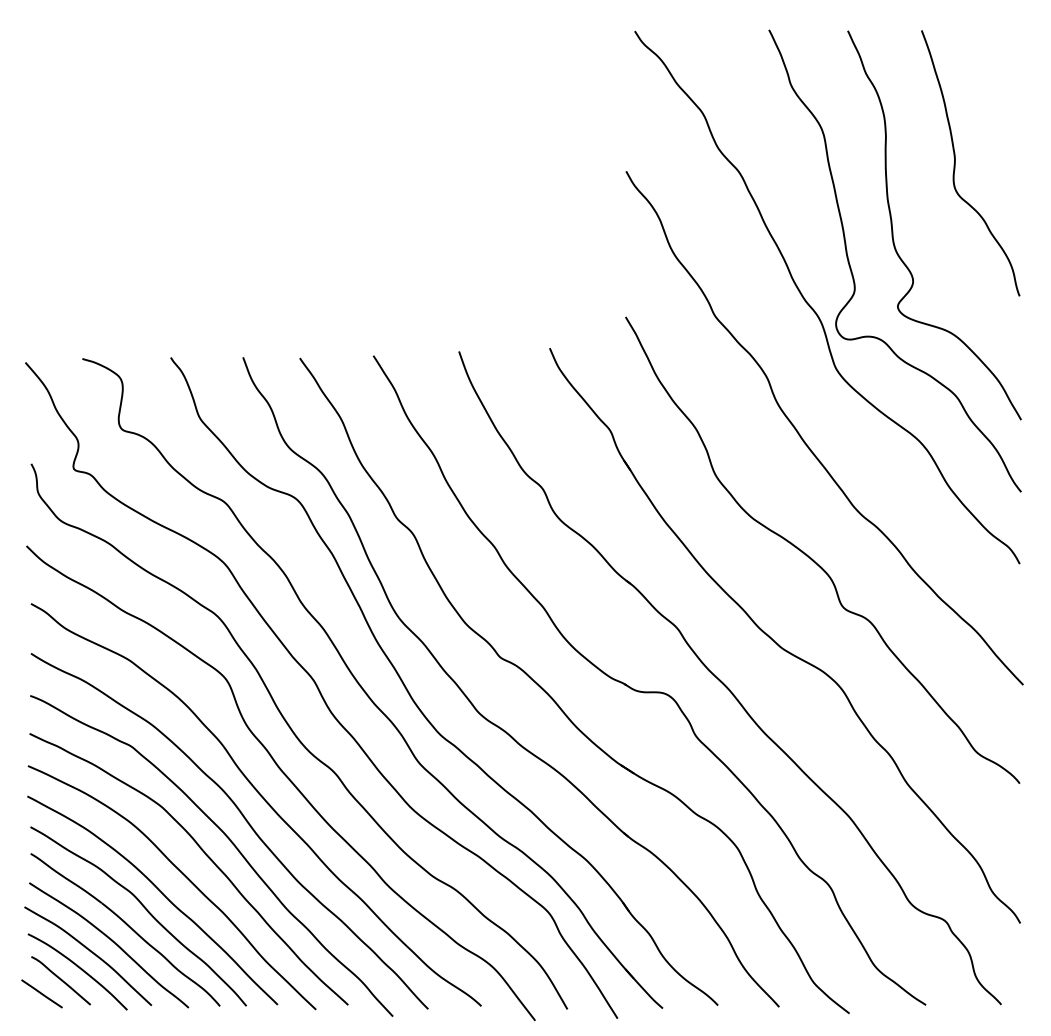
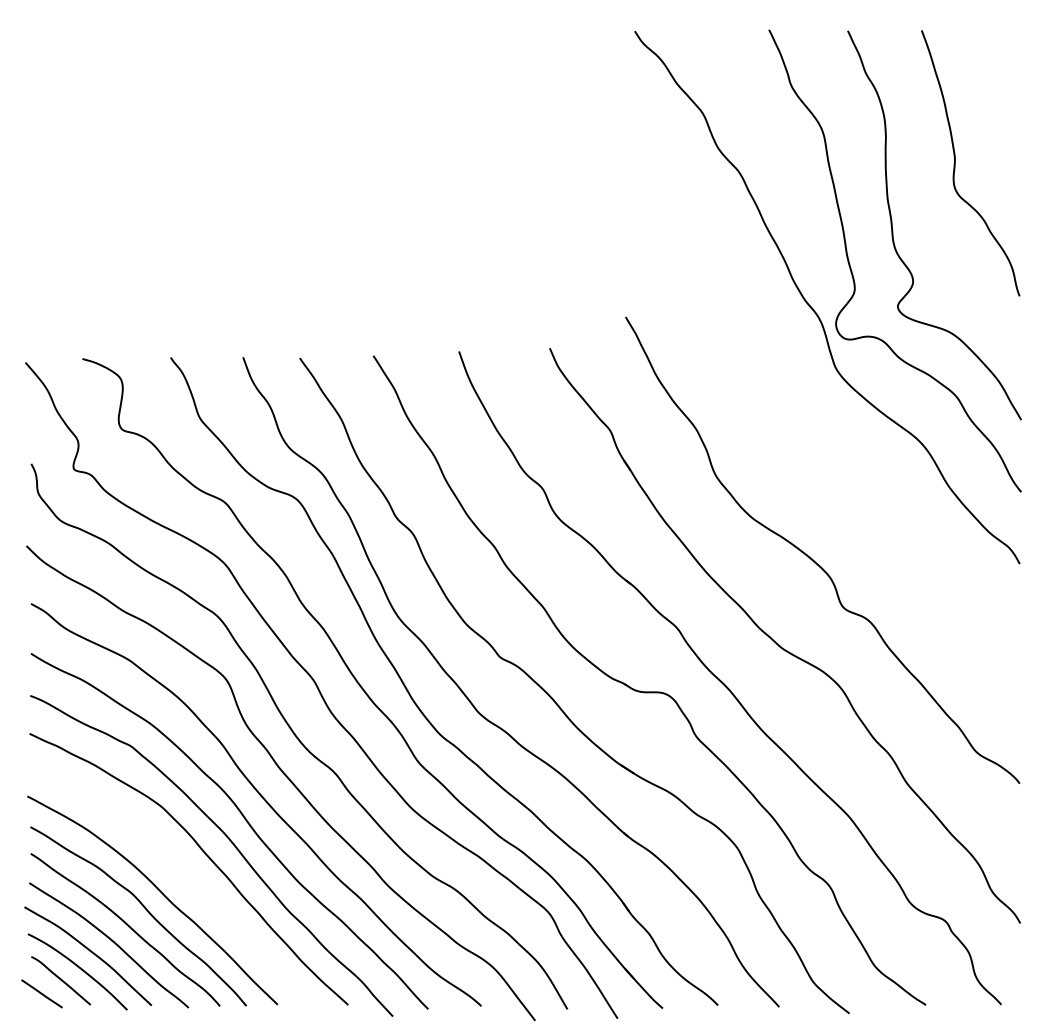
curve at (805, 441): present -> none
curve at (183, 875): present -> none
